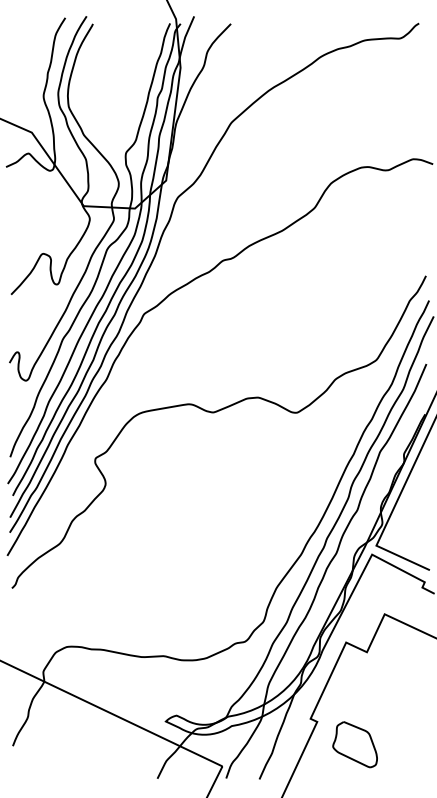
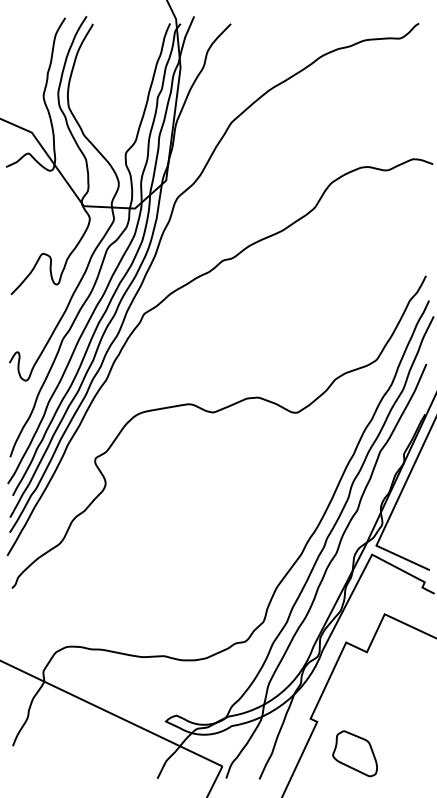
part at (354, 744) position: (354, 744) -> (354, 753)
